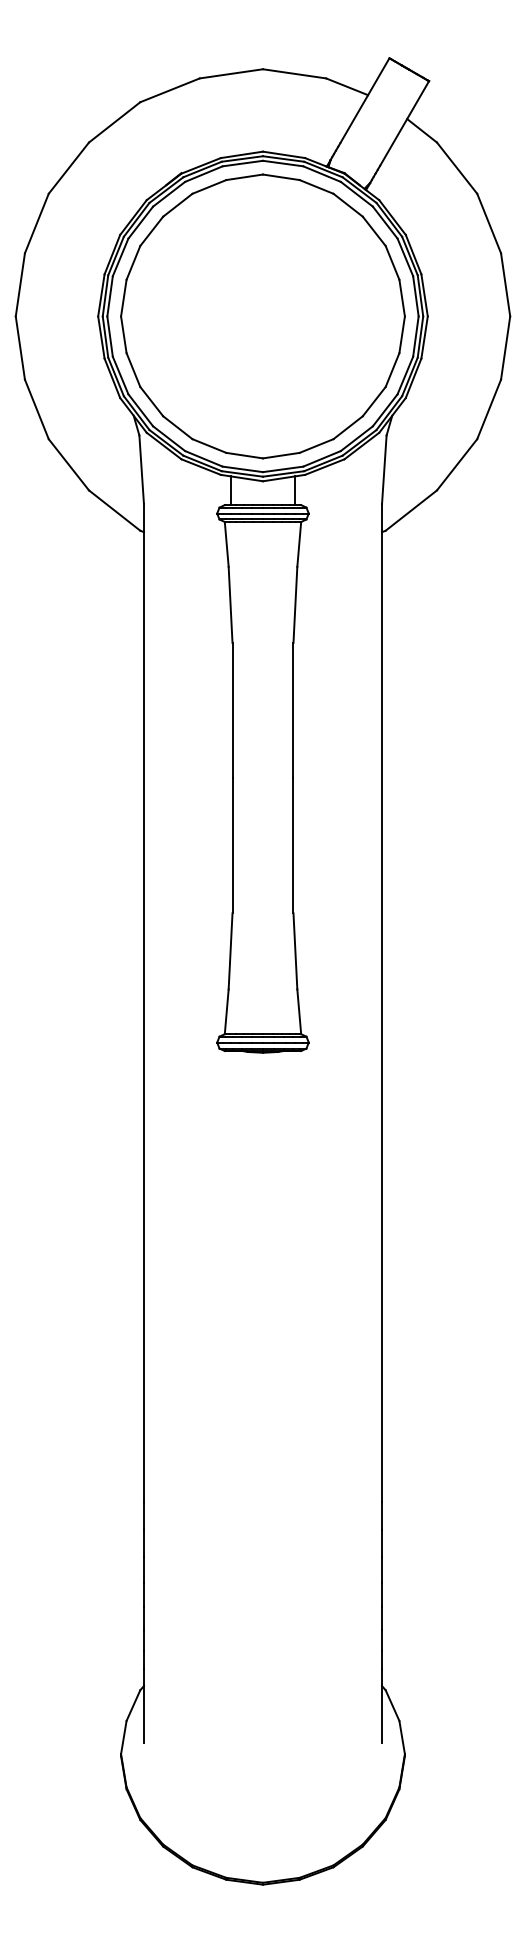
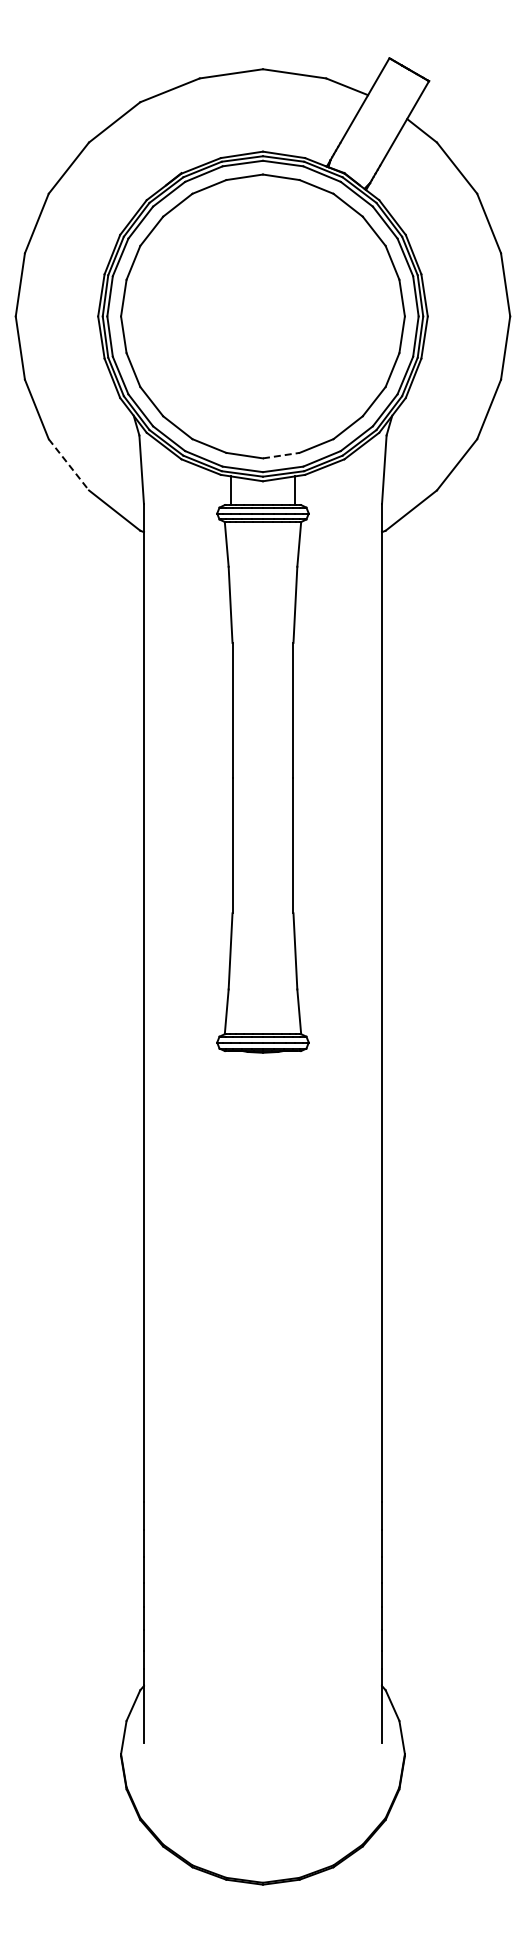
line at (281, 455): solid -> dashed
line at (68, 464): solid -> dashed
